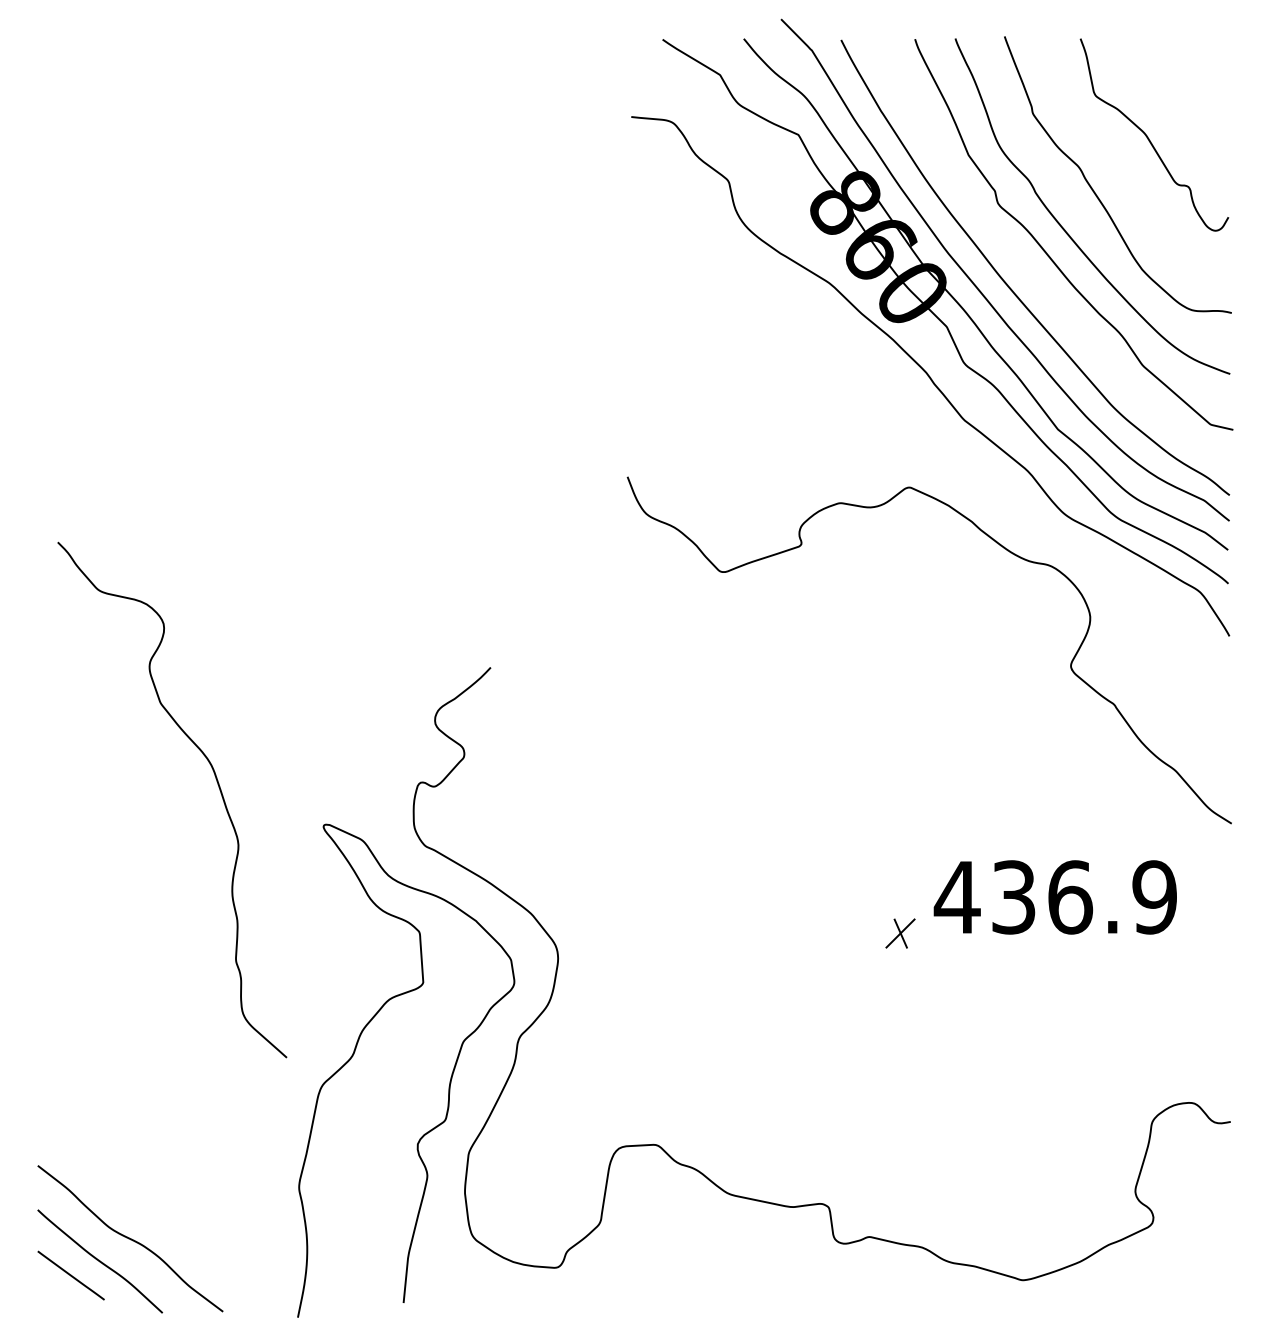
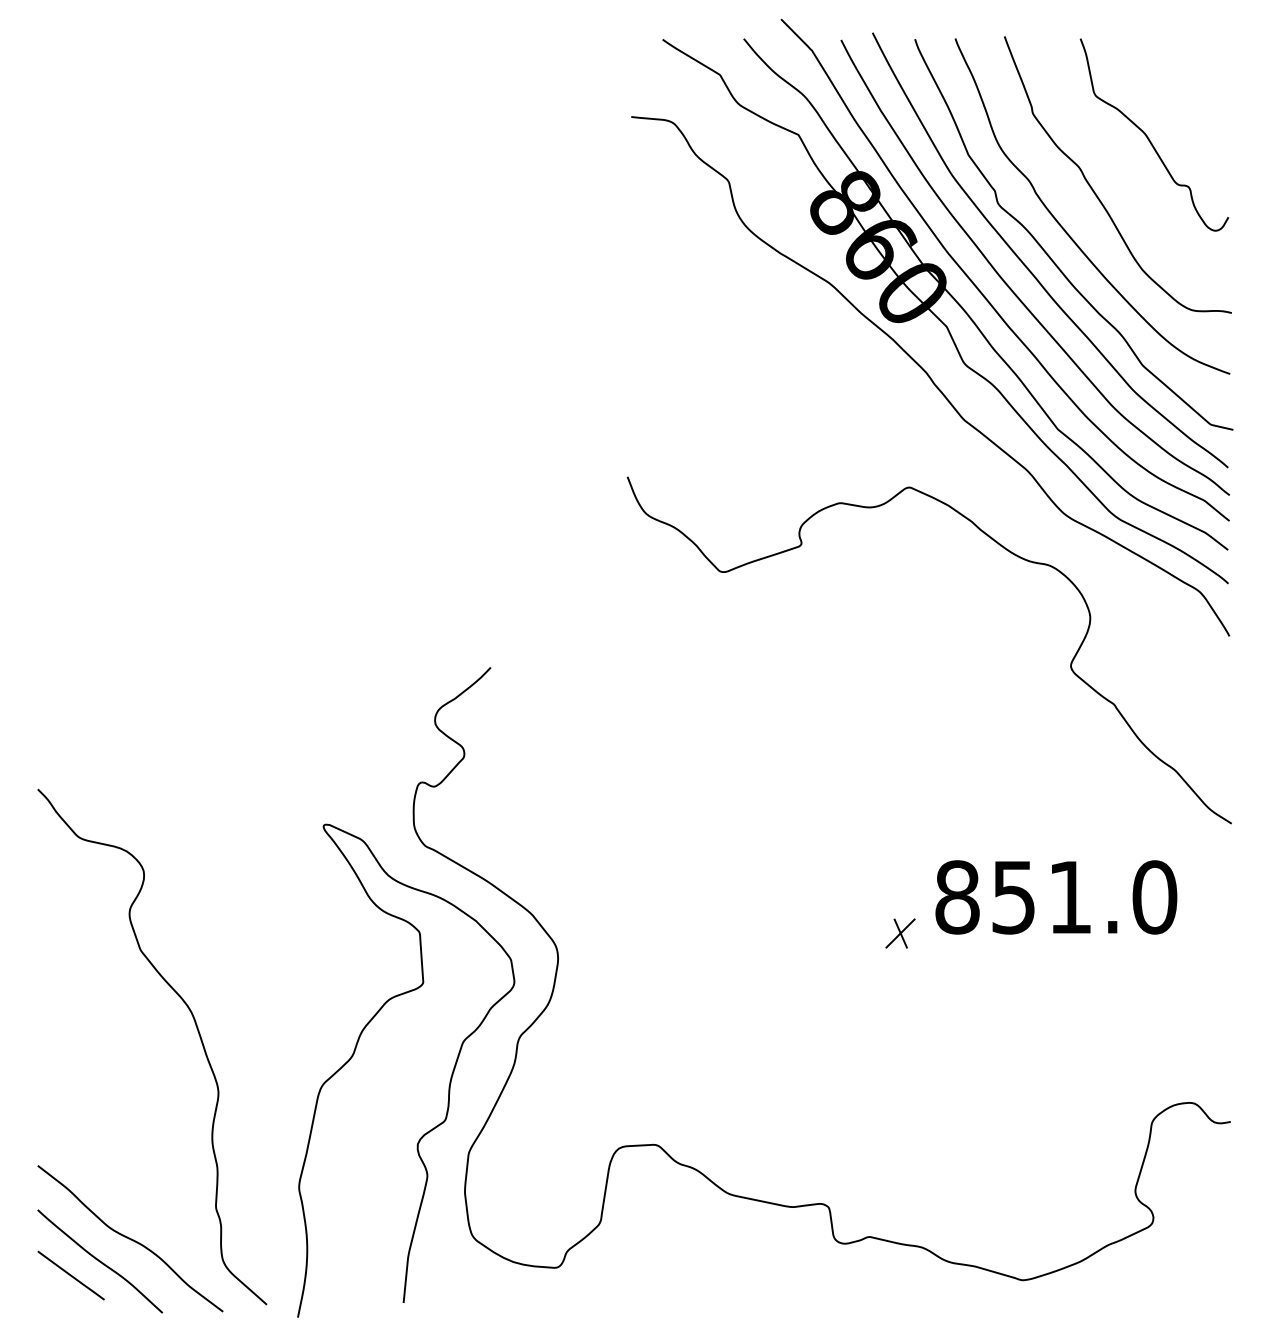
curve at (1028, 267): none -> present
curve at (217, 784) position: (217, 784) -> (197, 1031)
text at (1055, 897): 436.9 -> 851.0
